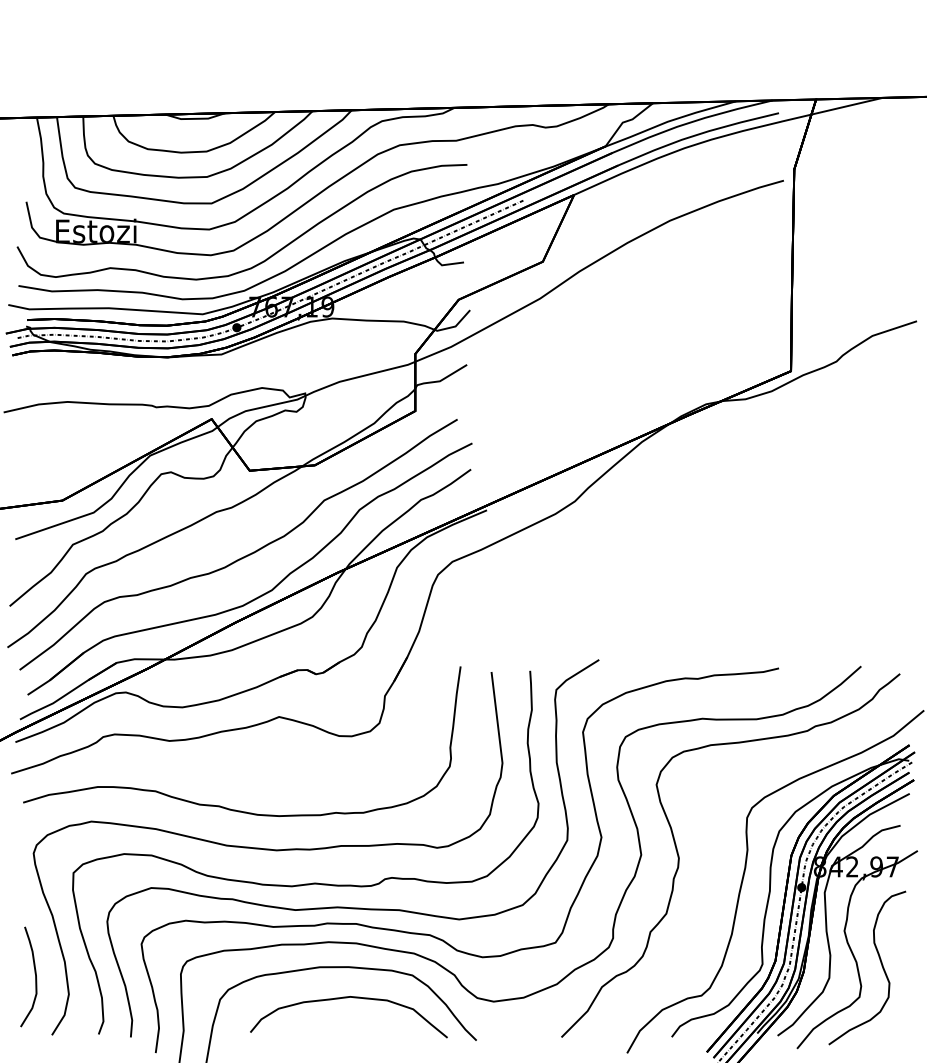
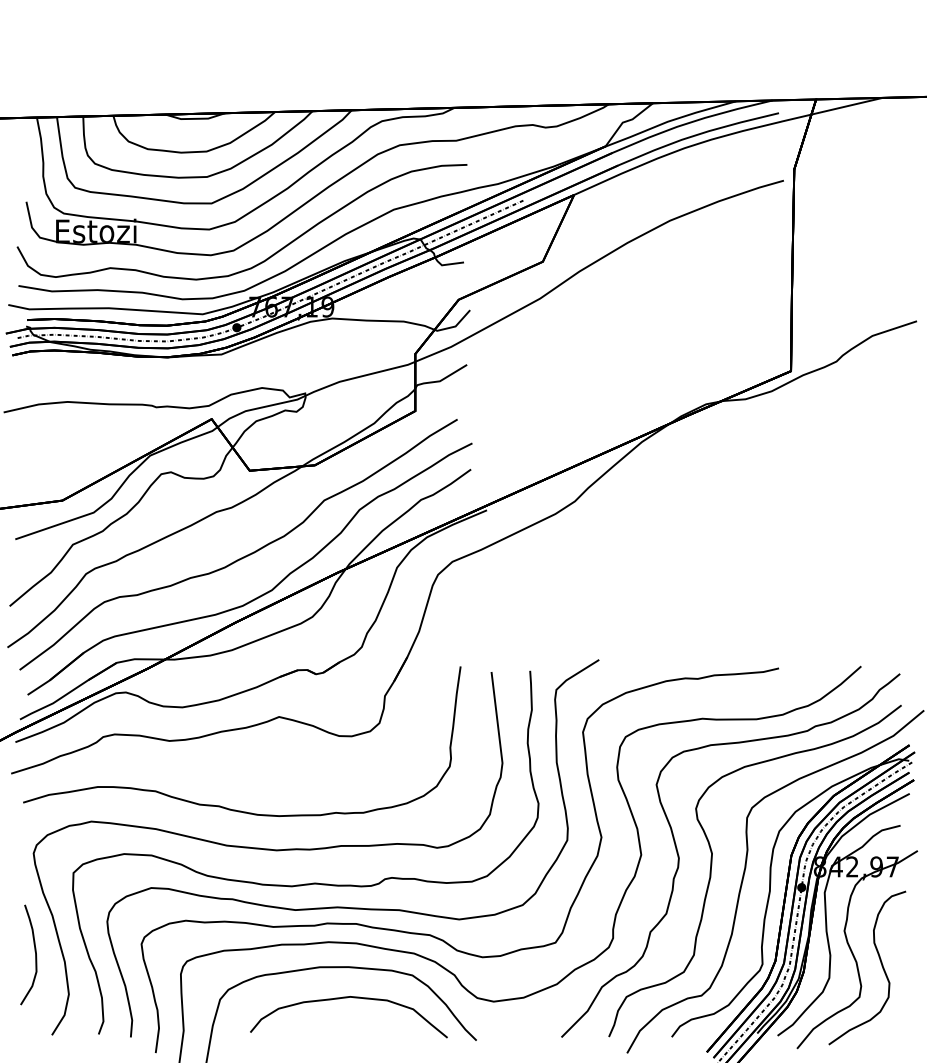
curve at (712, 865): none -> present
curve at (34, 973) position: (34, 973) -> (34, 951)
